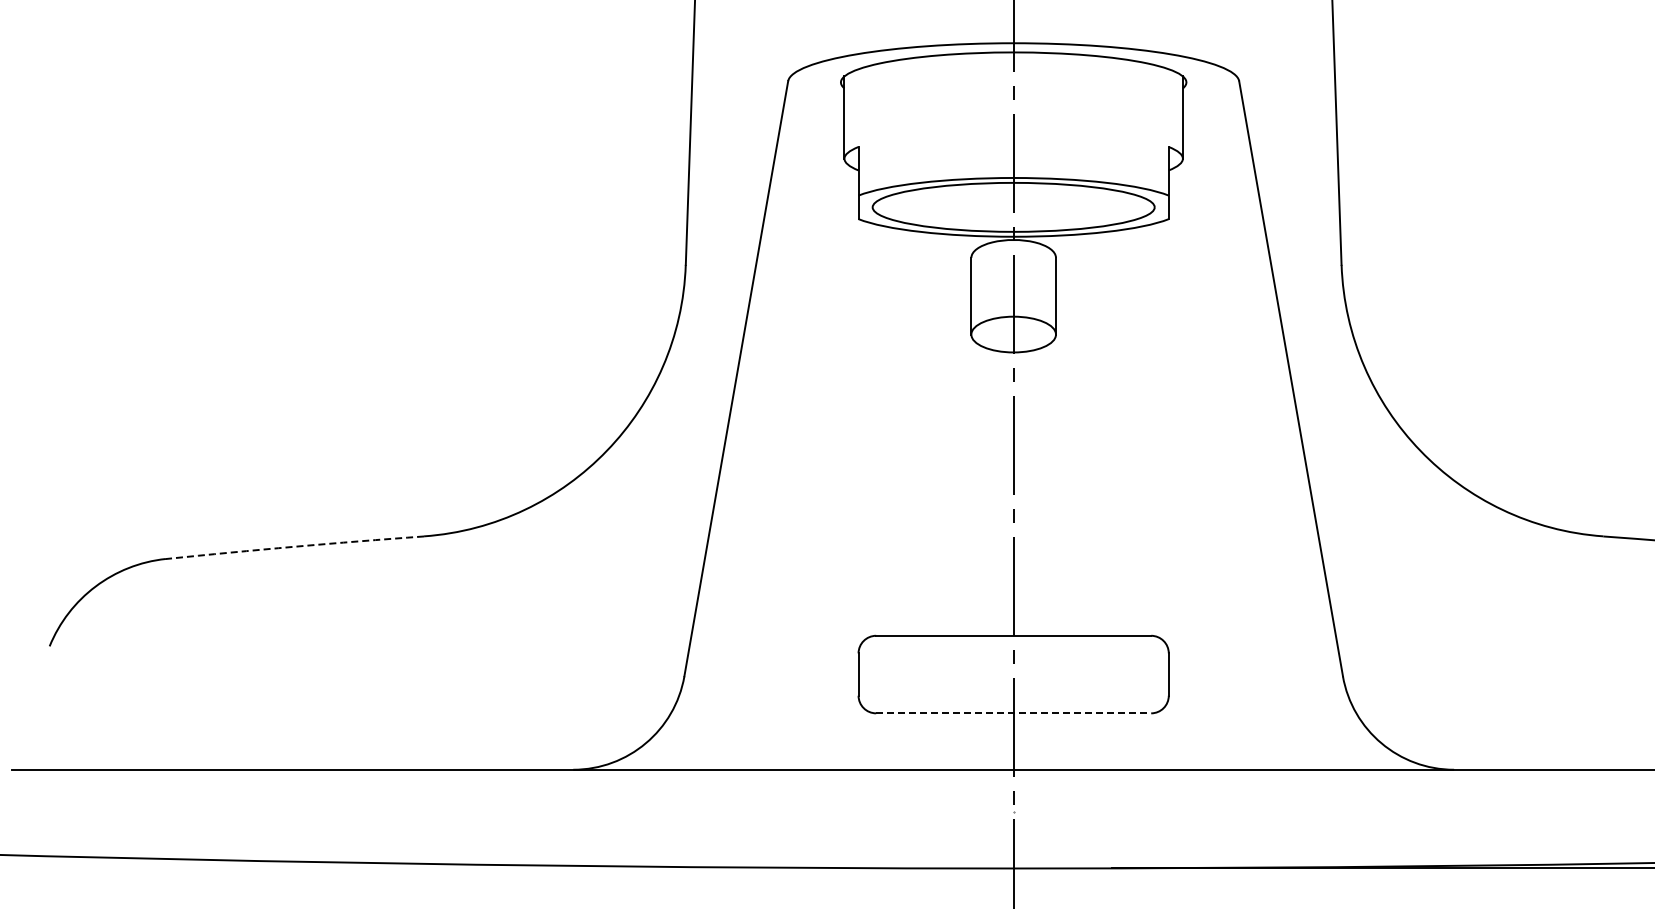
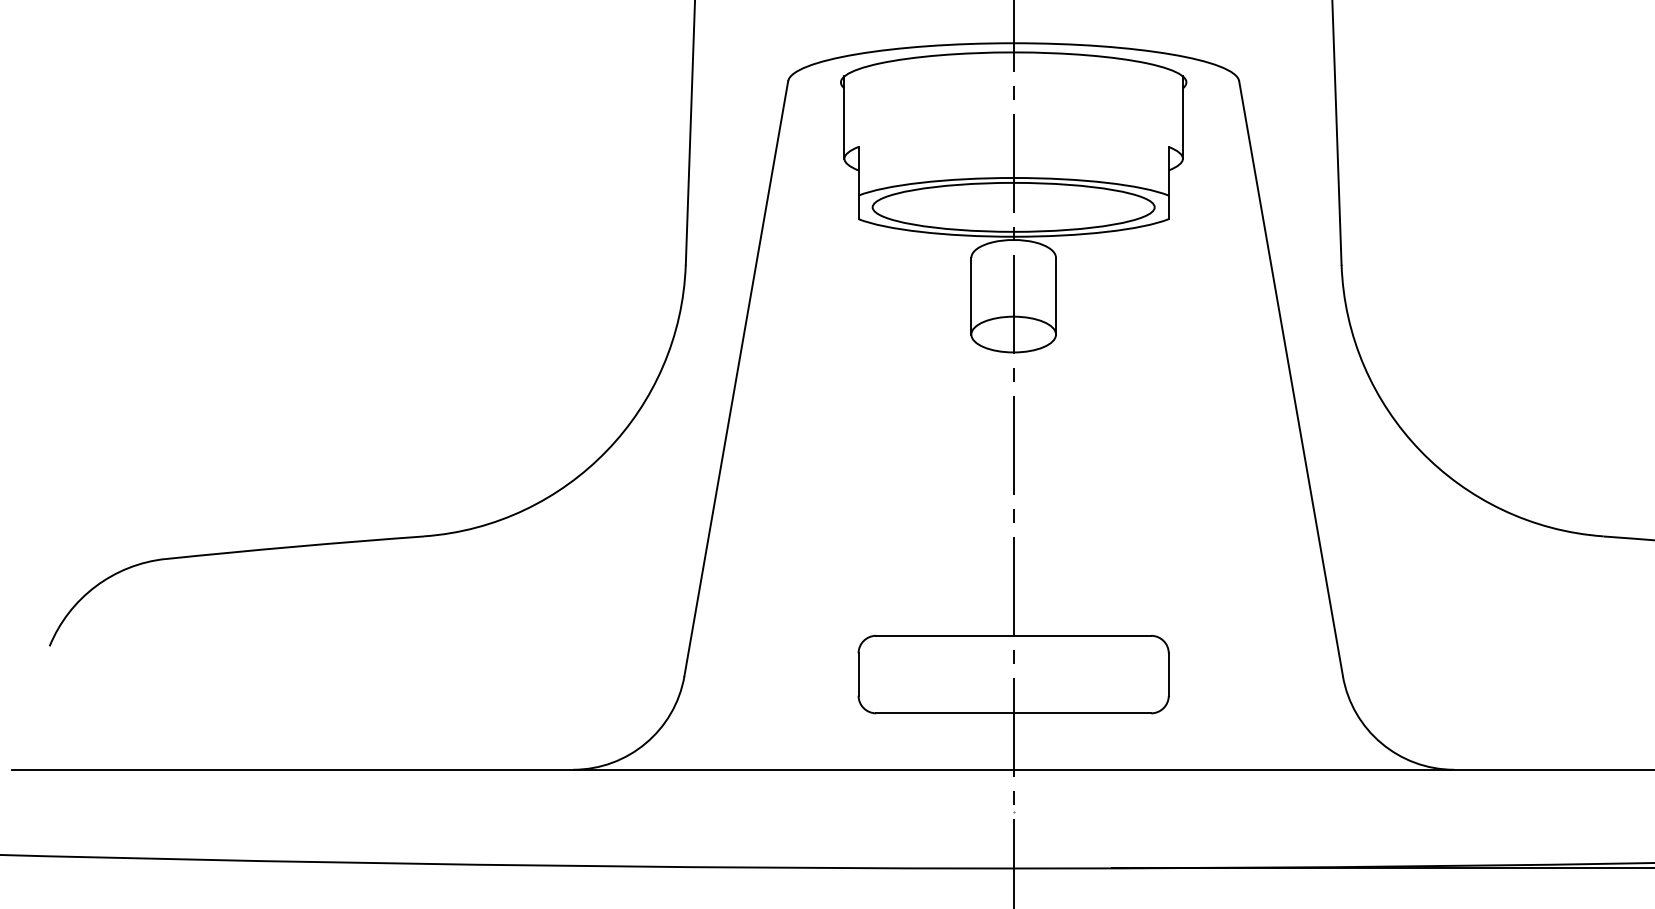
arc at (294, 546): dashed -> solid
line at (1014, 713): dashed -> solid
